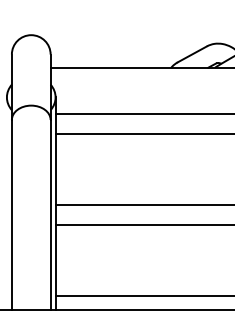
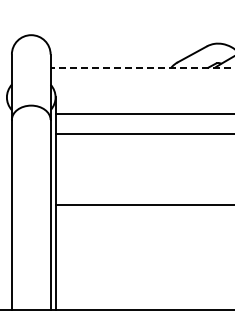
line at (142, 67): solid -> dashed
line at (143, 224): present -> none
line at (143, 296): present -> none
